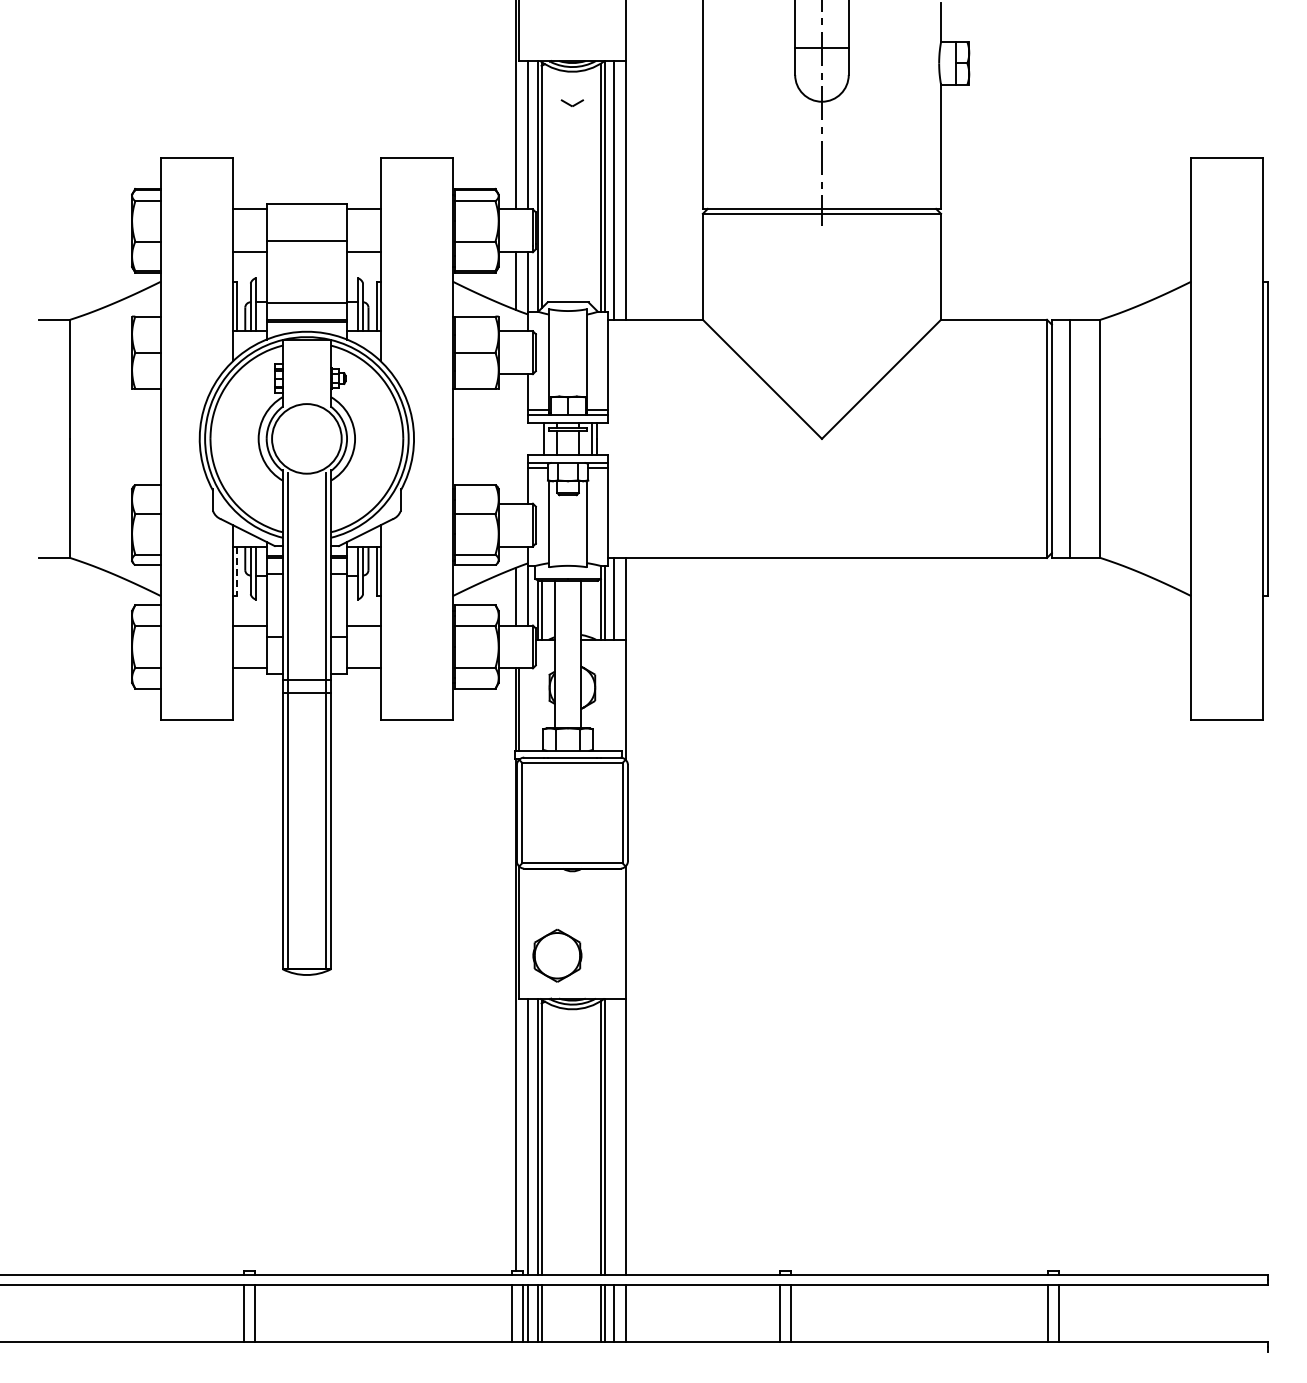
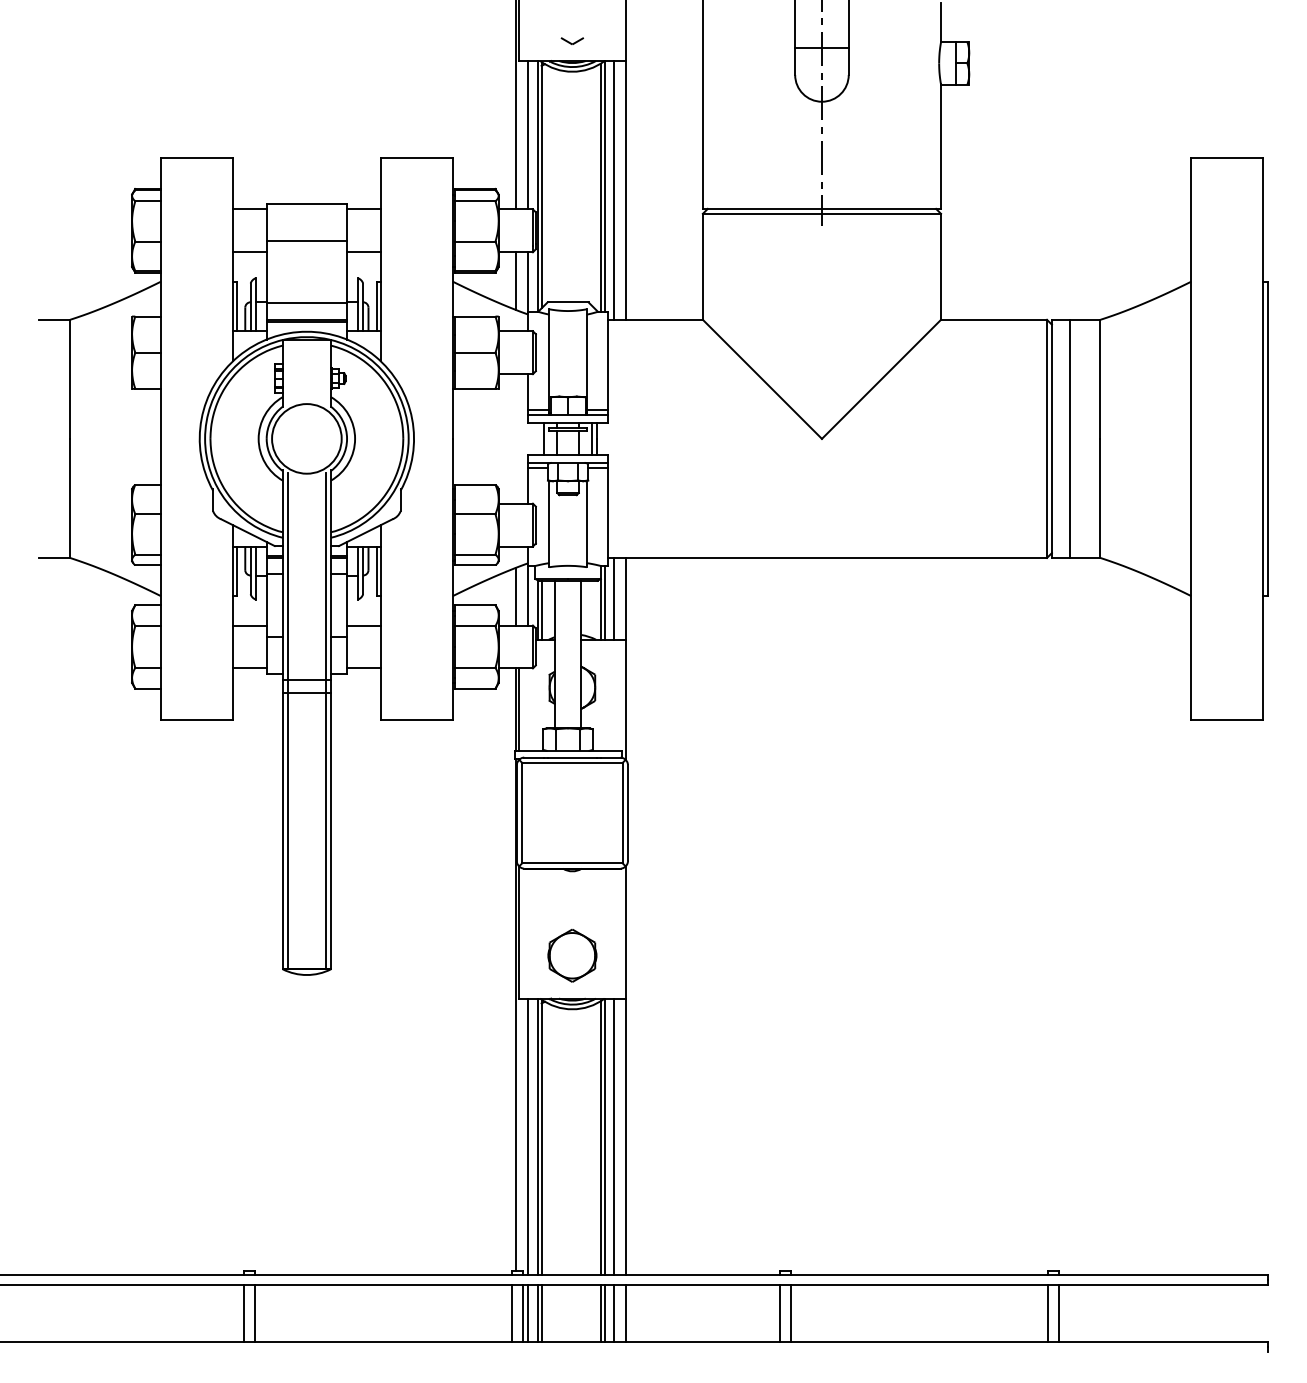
part at (571, 102) position: (571, 102) -> (571, 40)
line at (237, 571): dashed -> solid
part at (557, 955) position: (557, 955) -> (572, 955)
line at (613, 1136): none -> present
